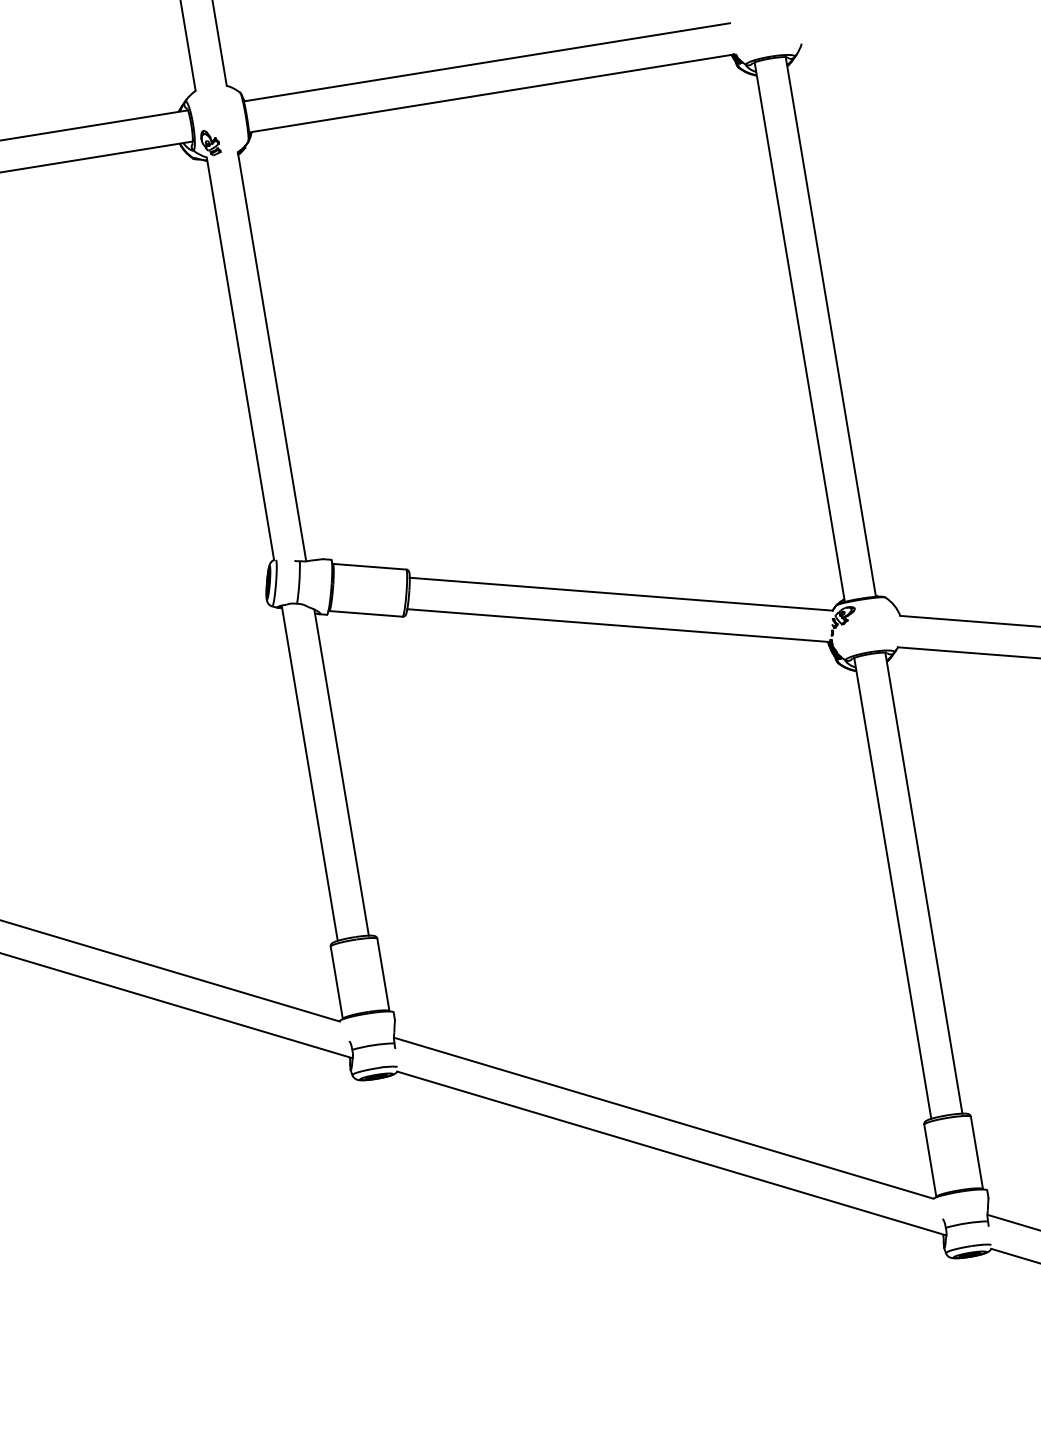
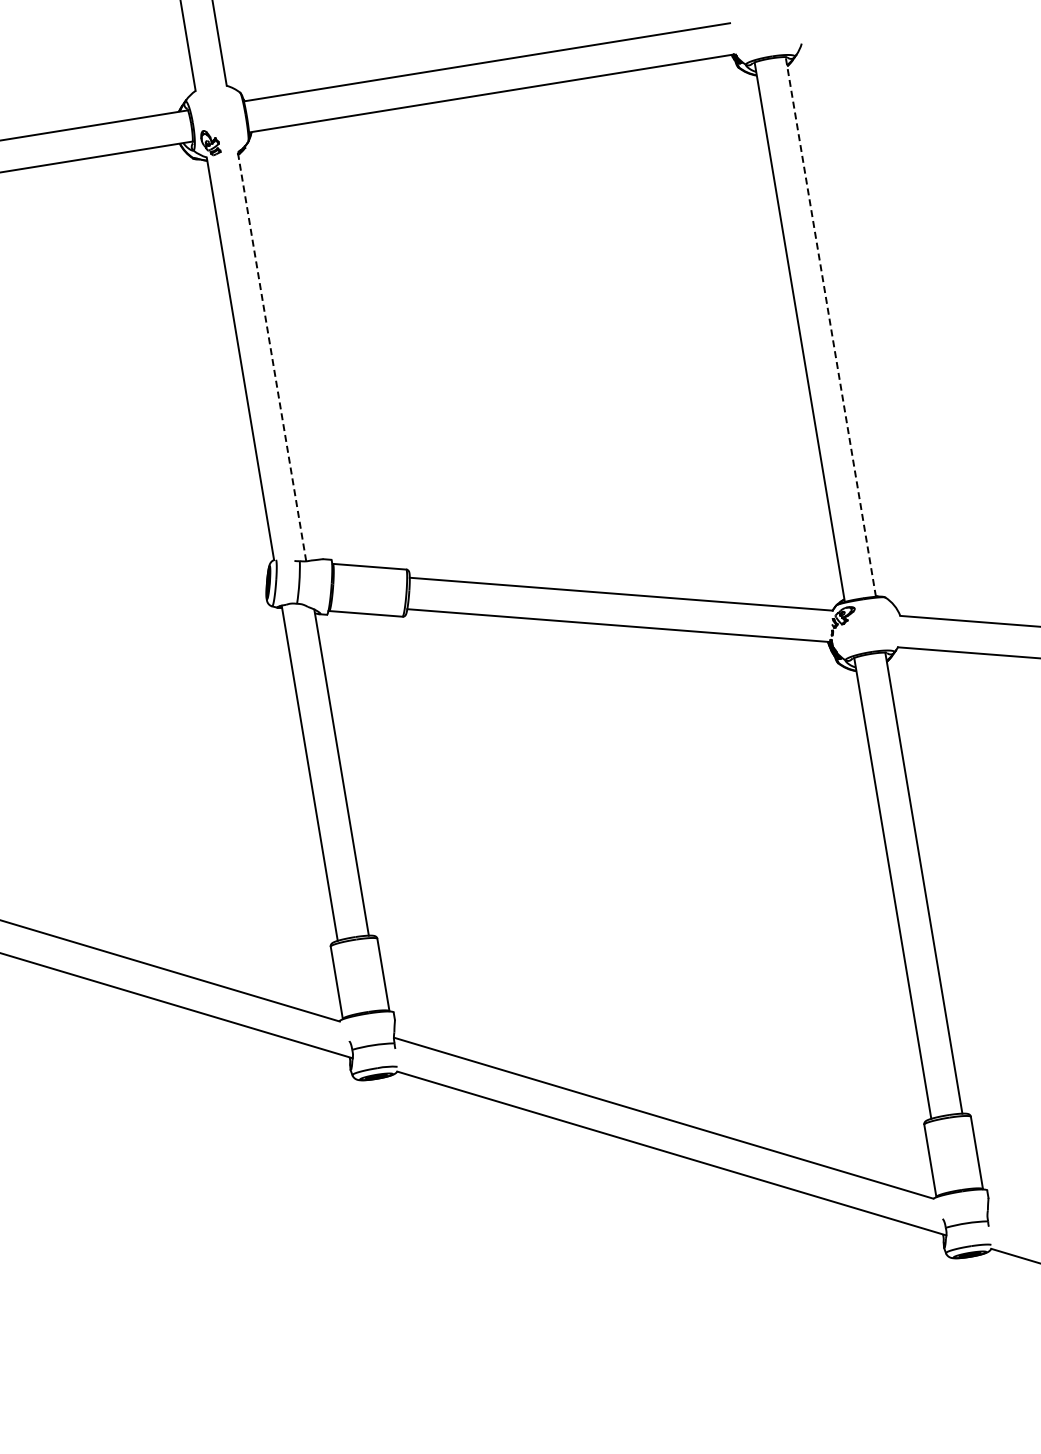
line at (830, 326): solid -> dashed
line at (271, 356): solid -> dashed
line at (1012, 1221): present -> none
